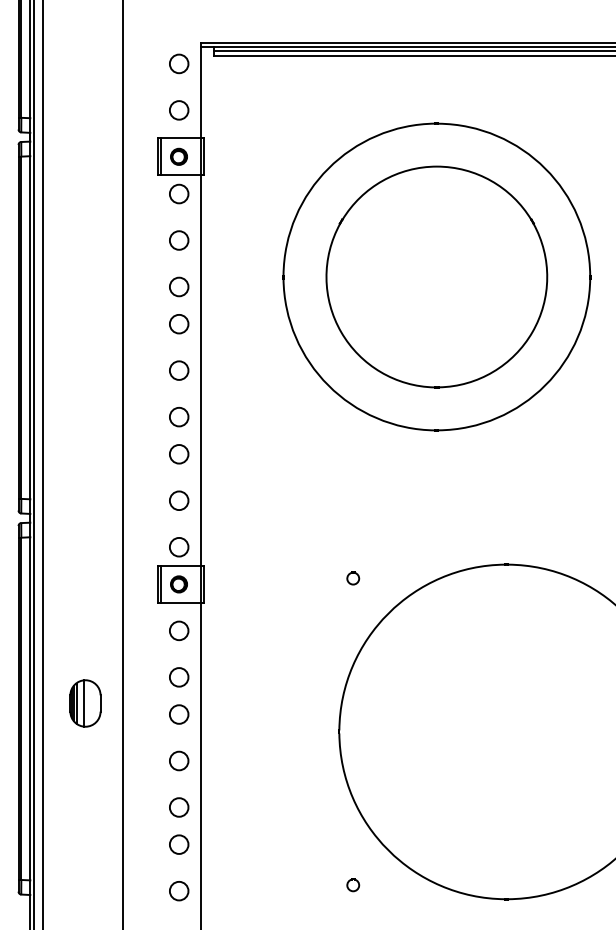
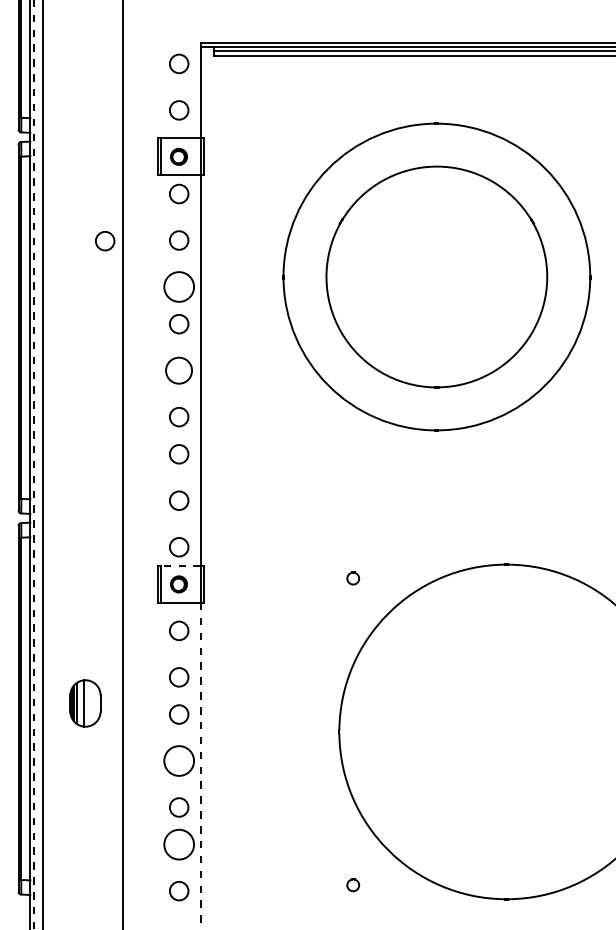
circle at (105, 241): none -> present
circle at (178, 286) diameter: 19 px -> 30 px
circle at (179, 370) size: 21x21 px -> 28x29 px
line at (34, 465): solid -> dashed
line at (181, 565): solid -> dashed
circle at (178, 760) diameter: 19 px -> 30 px
line at (201, 766): solid -> dashed
circle at (178, 844) diameter: 19 px -> 30 px
